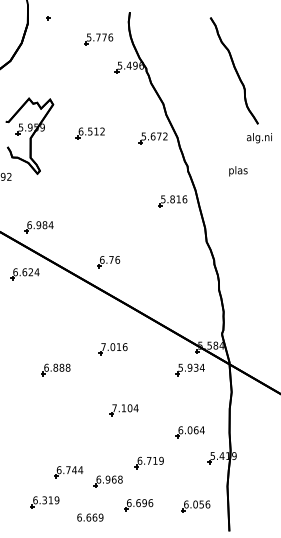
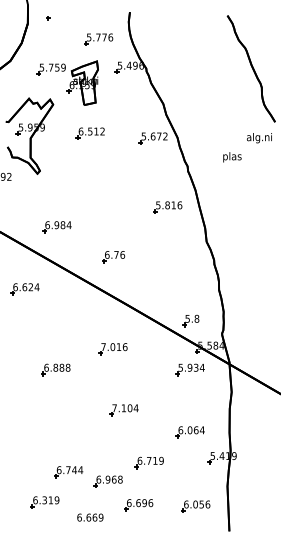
part at (233, 70) position: (233, 70) -> (250, 68)
part at (67, 82): none -> present
text at (238, 171) position: (238, 171) -> (232, 157)
part at (172, 201) position: (172, 201) -> (167, 207)
part at (38, 227) position: (38, 227) -> (56, 227)
part at (108, 262) position: (108, 262) -> (113, 257)
part at (24, 274) position: (24, 274) -> (24, 289)
part at (190, 320): none -> present
